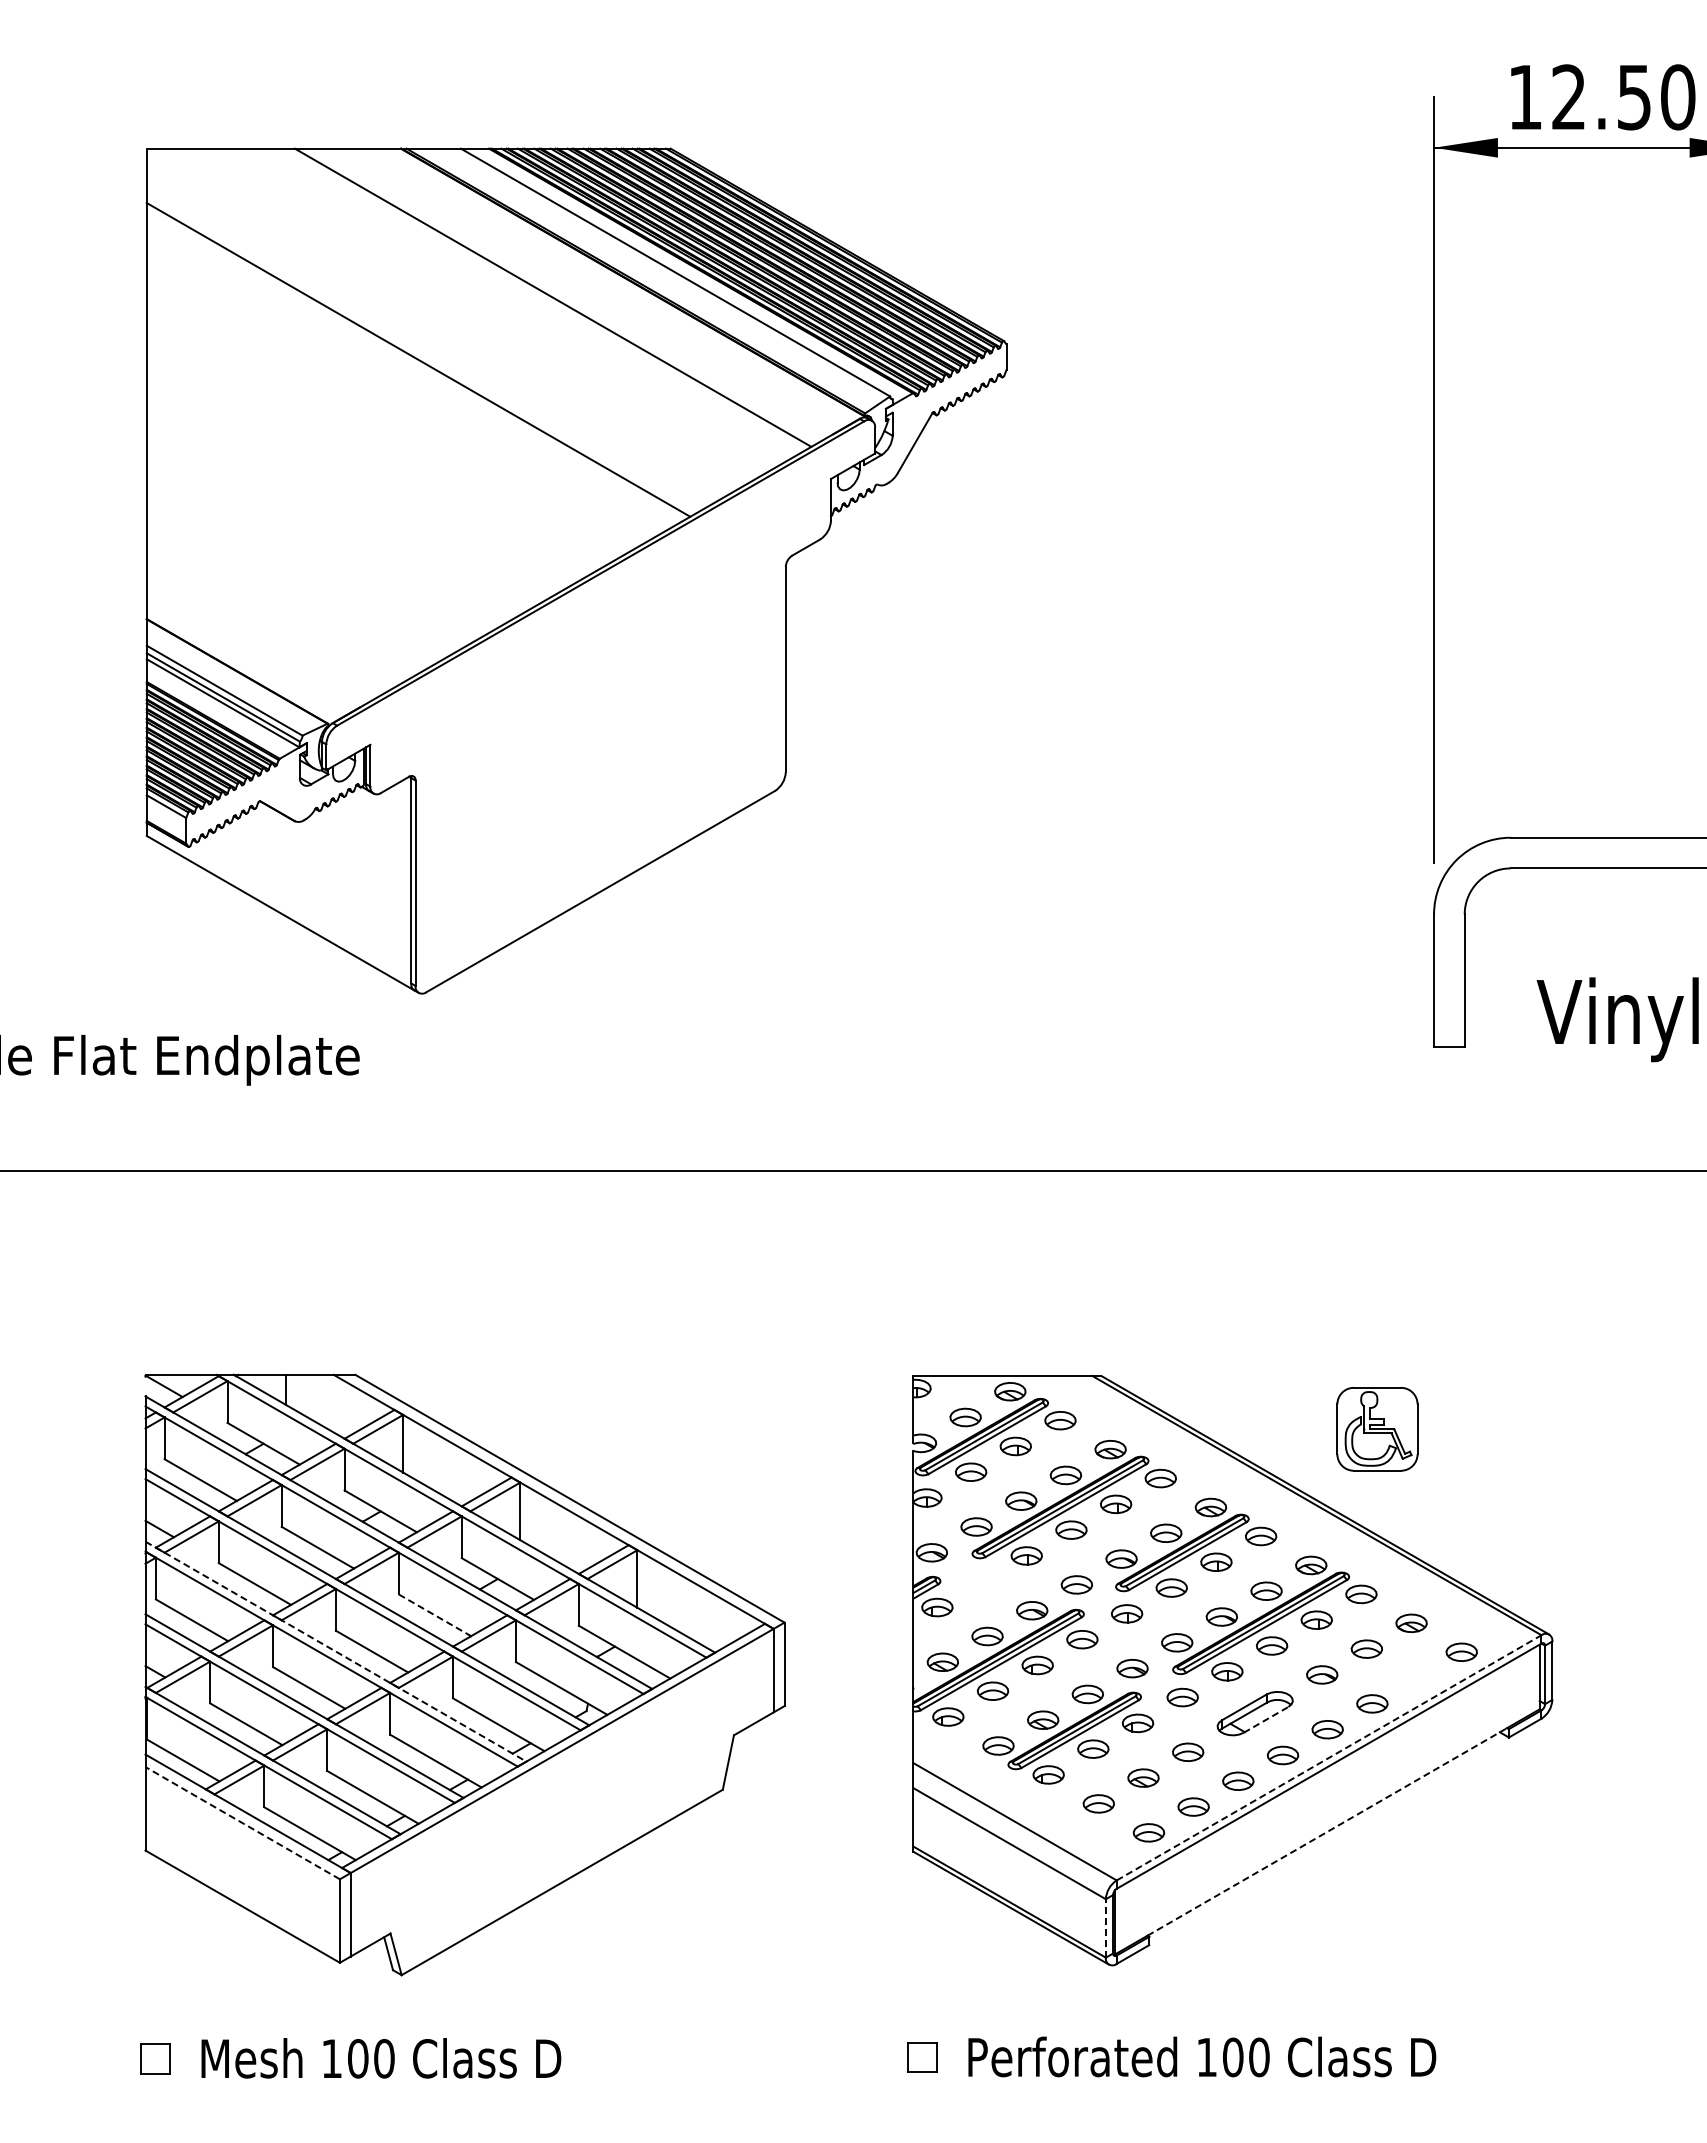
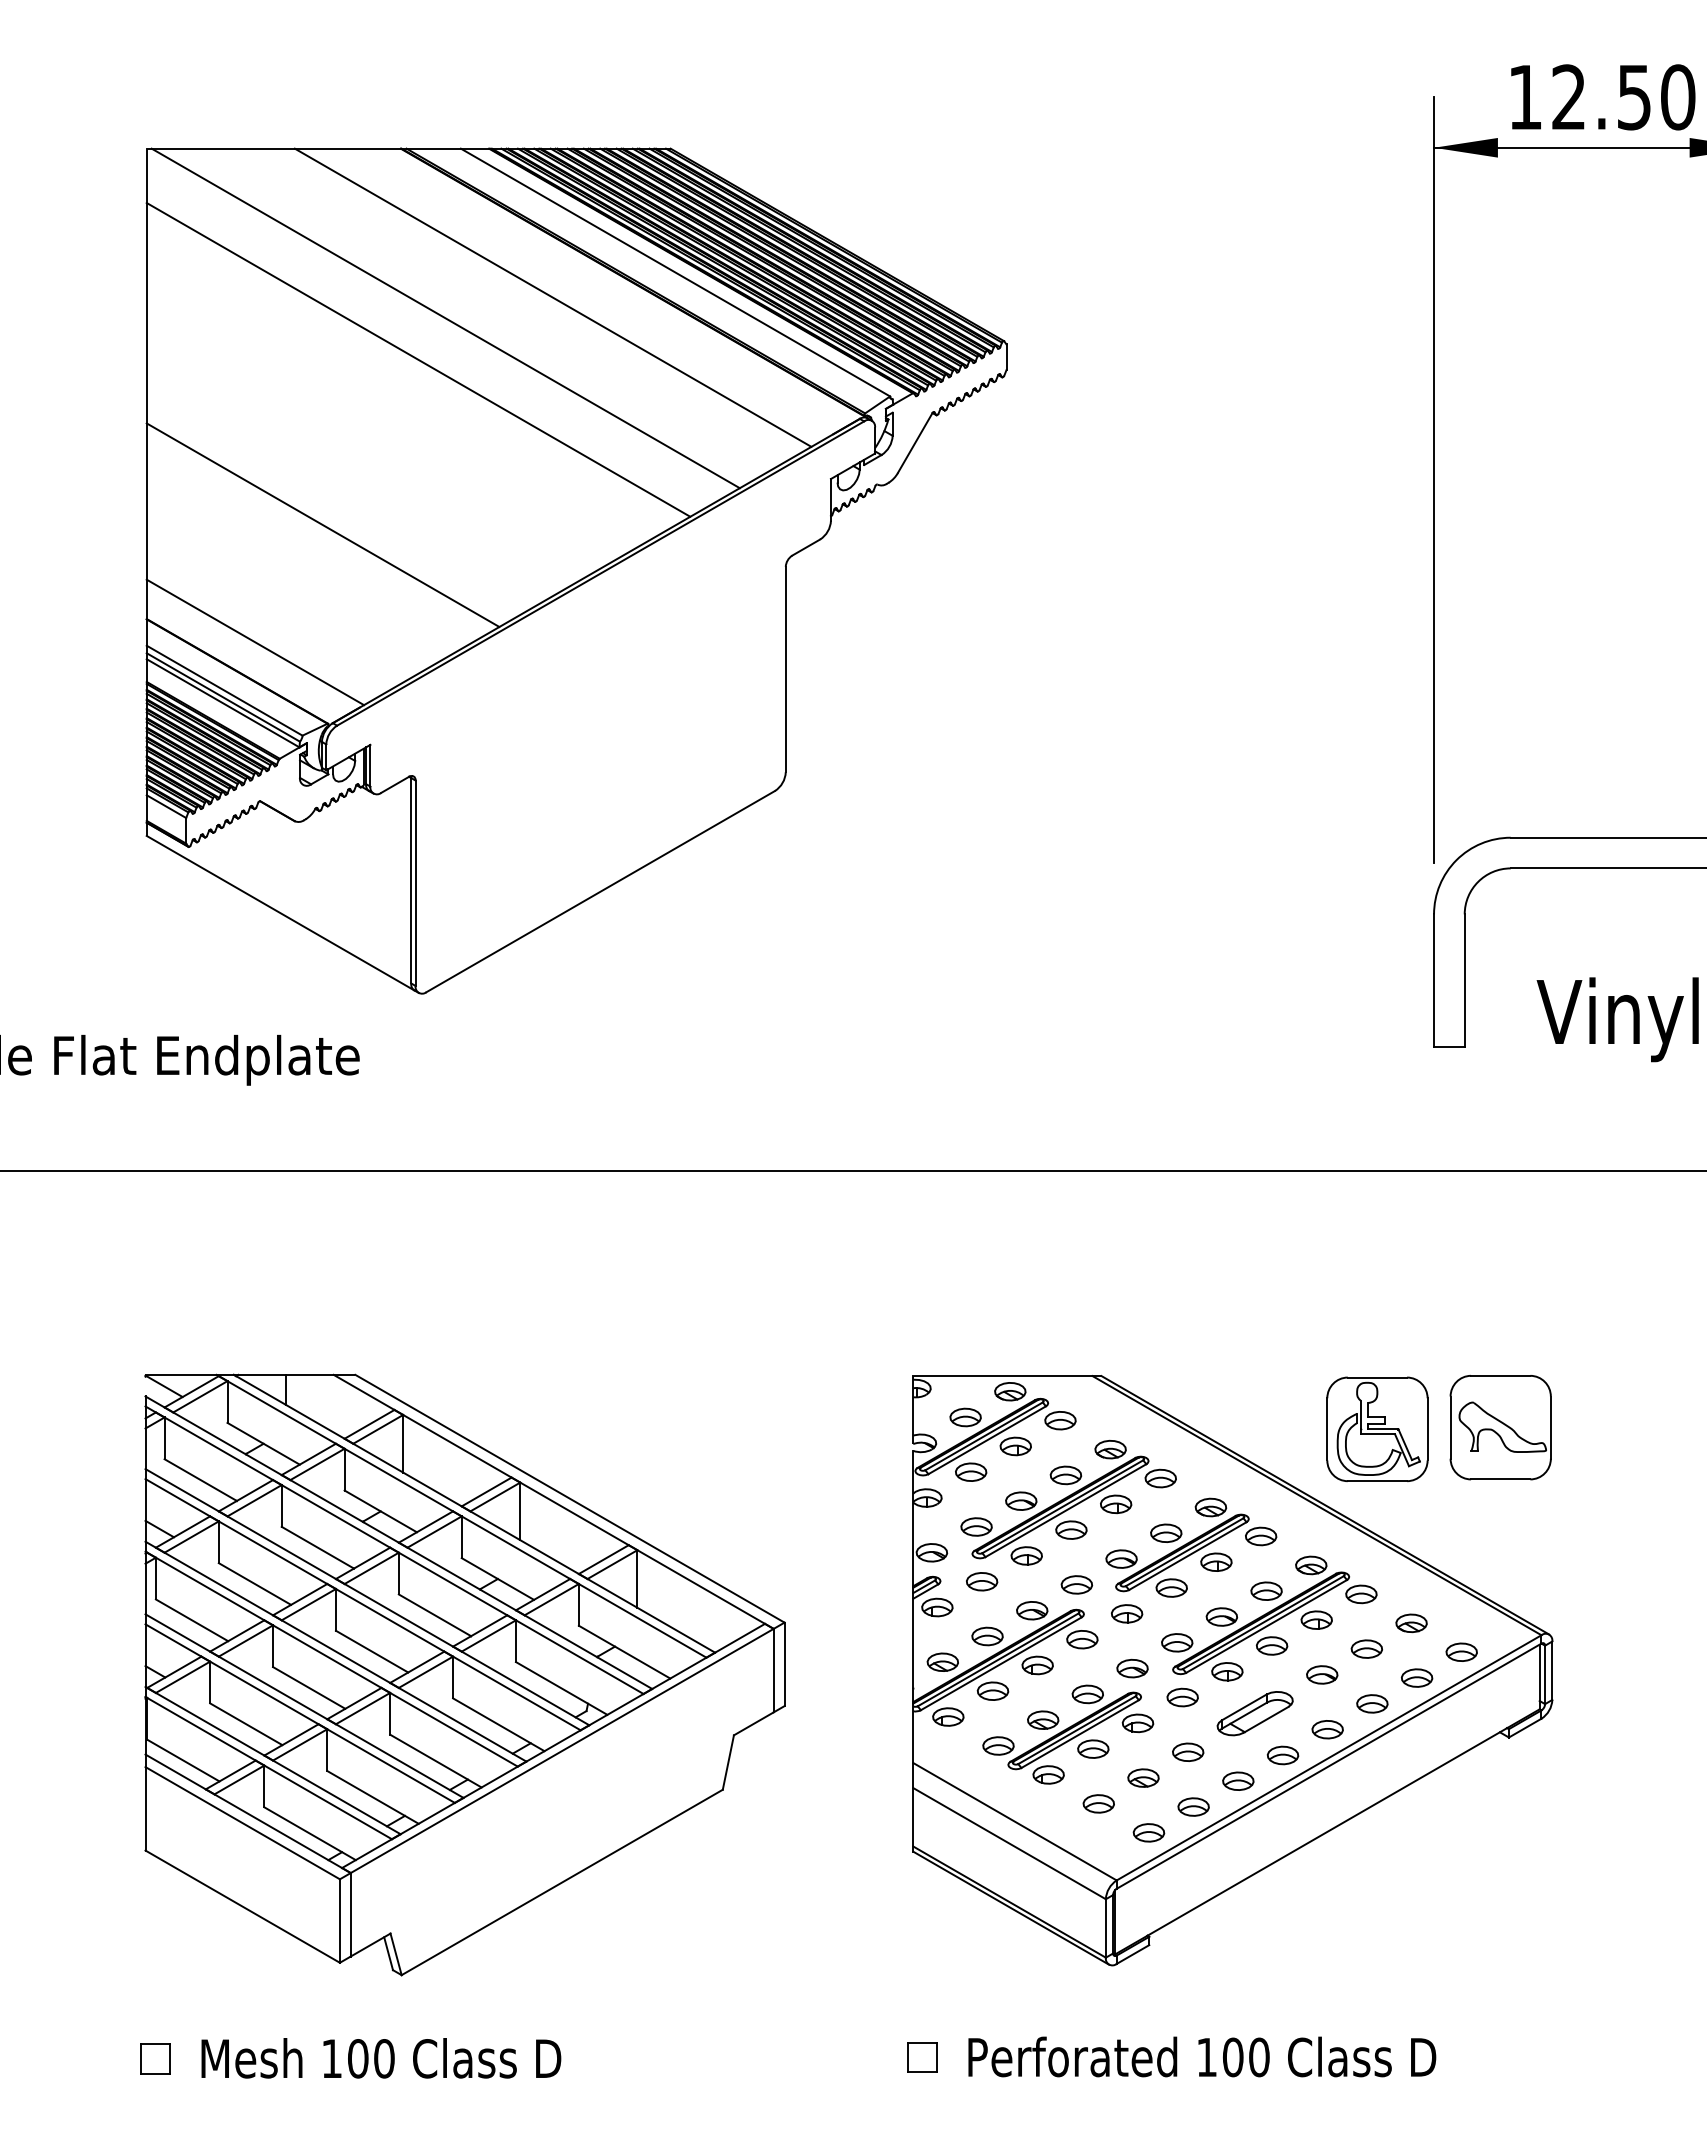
line at (445, 318): none -> present
line at (322, 524): none -> present
line at (255, 642): none -> present
part at (1500, 1427): none -> present
part at (1377, 1429) size: 83x85 px -> 103x106 px
part at (982, 1581): none -> present
line at (435, 1615): dashed -> solid
line at (335, 1651): dashed -> solid
part at (1416, 1677): none -> present
line at (1266, 1719): dashed -> solid
line at (1329, 1757): dashed -> solid
line at (242, 1822): dashed -> solid
line at (1327, 1831): dashed -> solid
line at (1105, 1927): dashed -> solid
